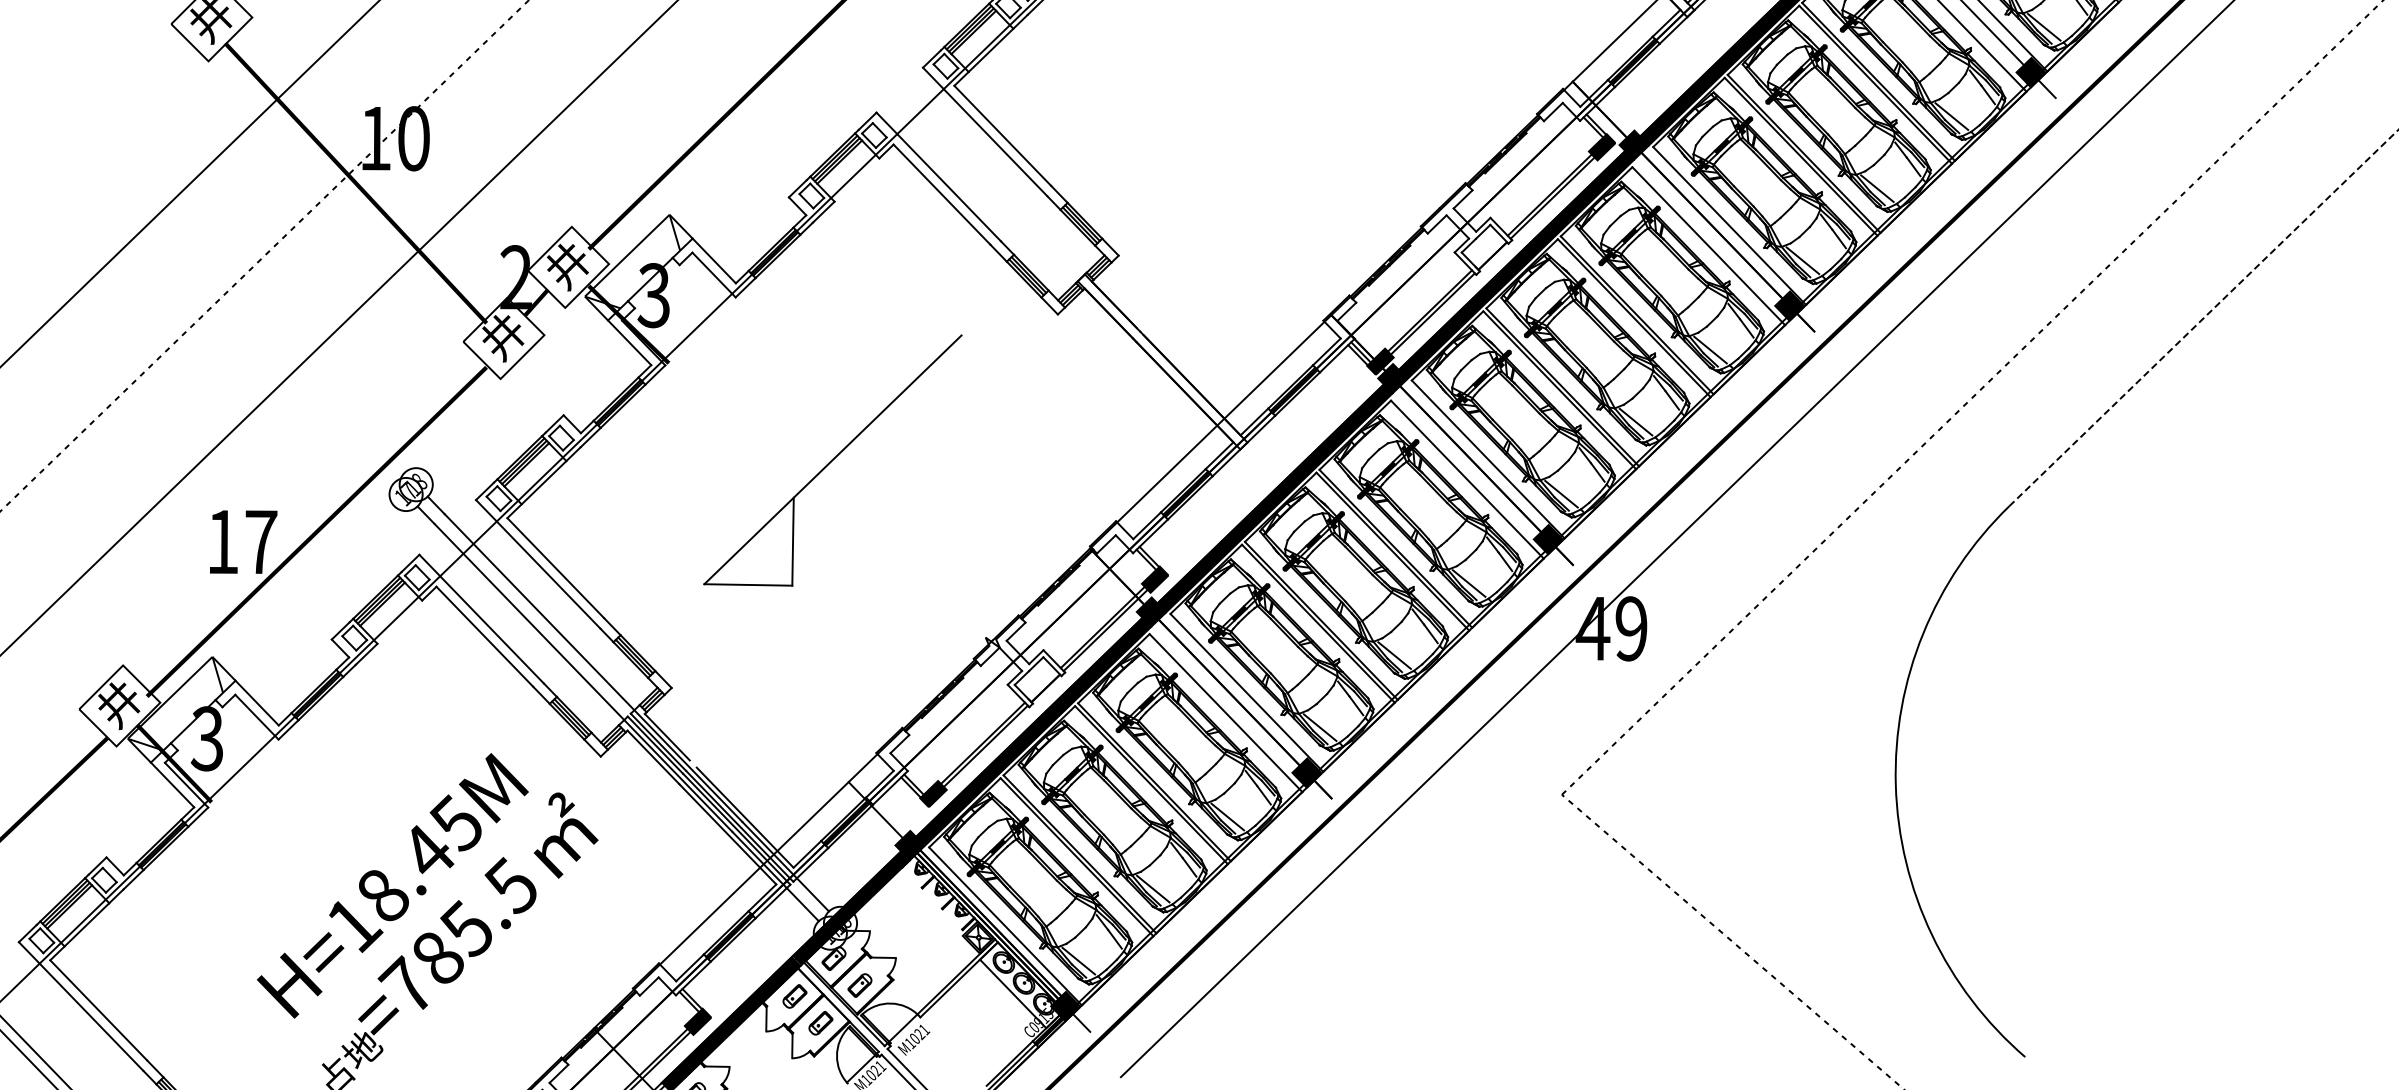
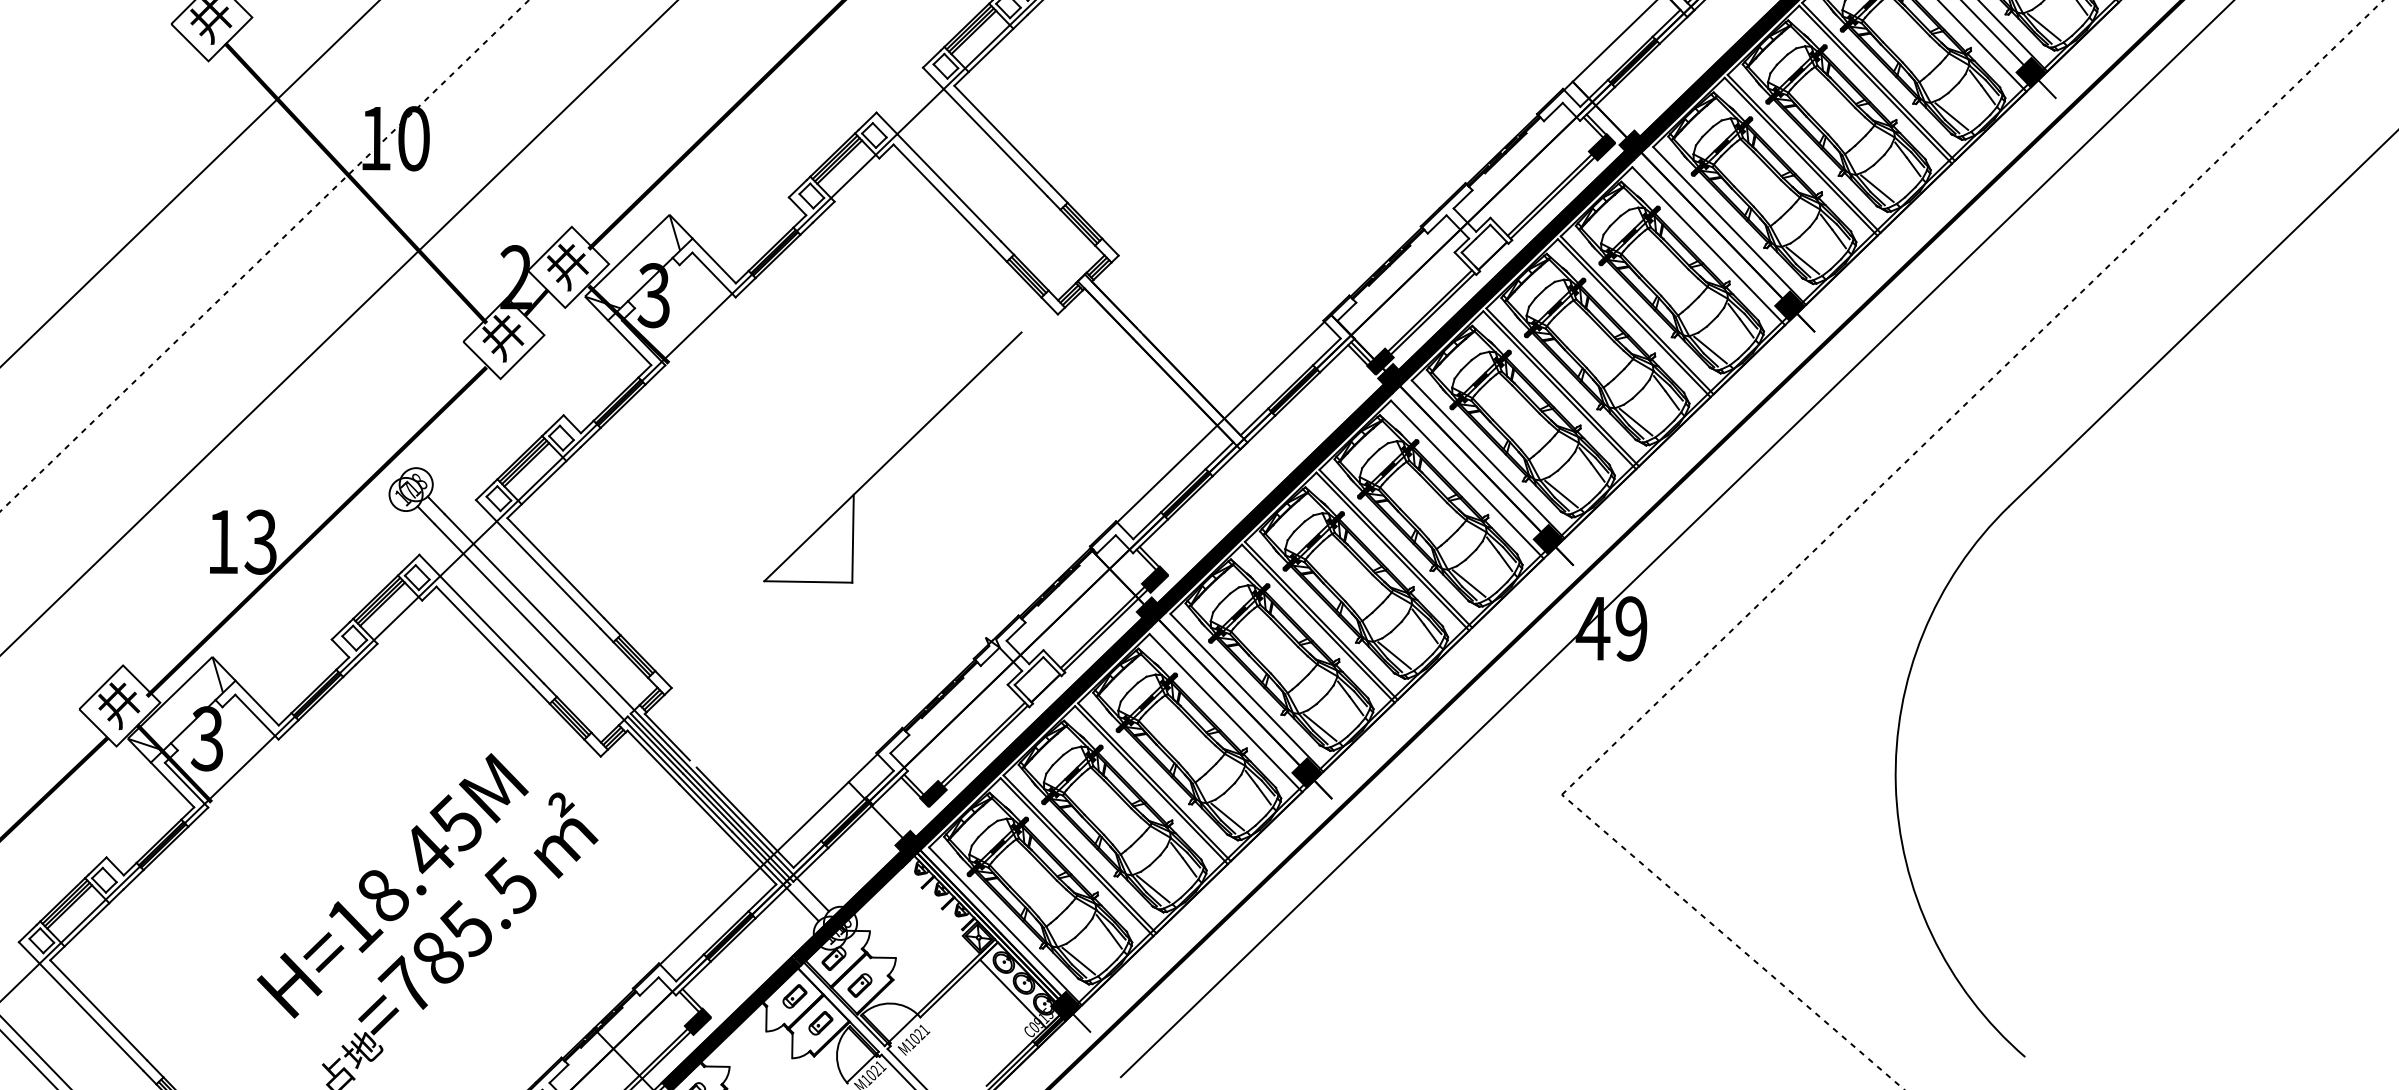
line at (2204, 317): dashed -> solid
part at (832, 460) position: (832, 460) -> (892, 457)
text at (260, 541): 17 -> 13
